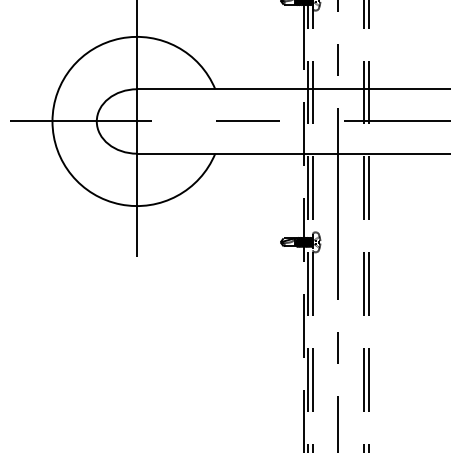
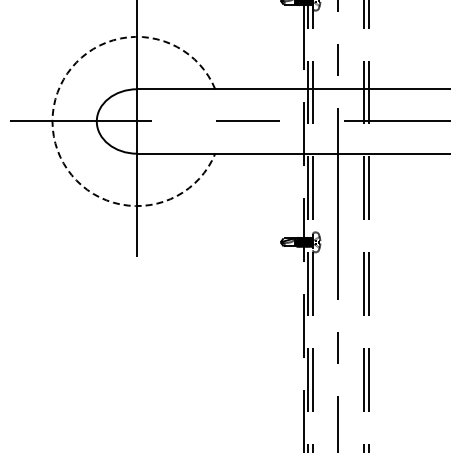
arc at (52, 121): solid -> dashed
